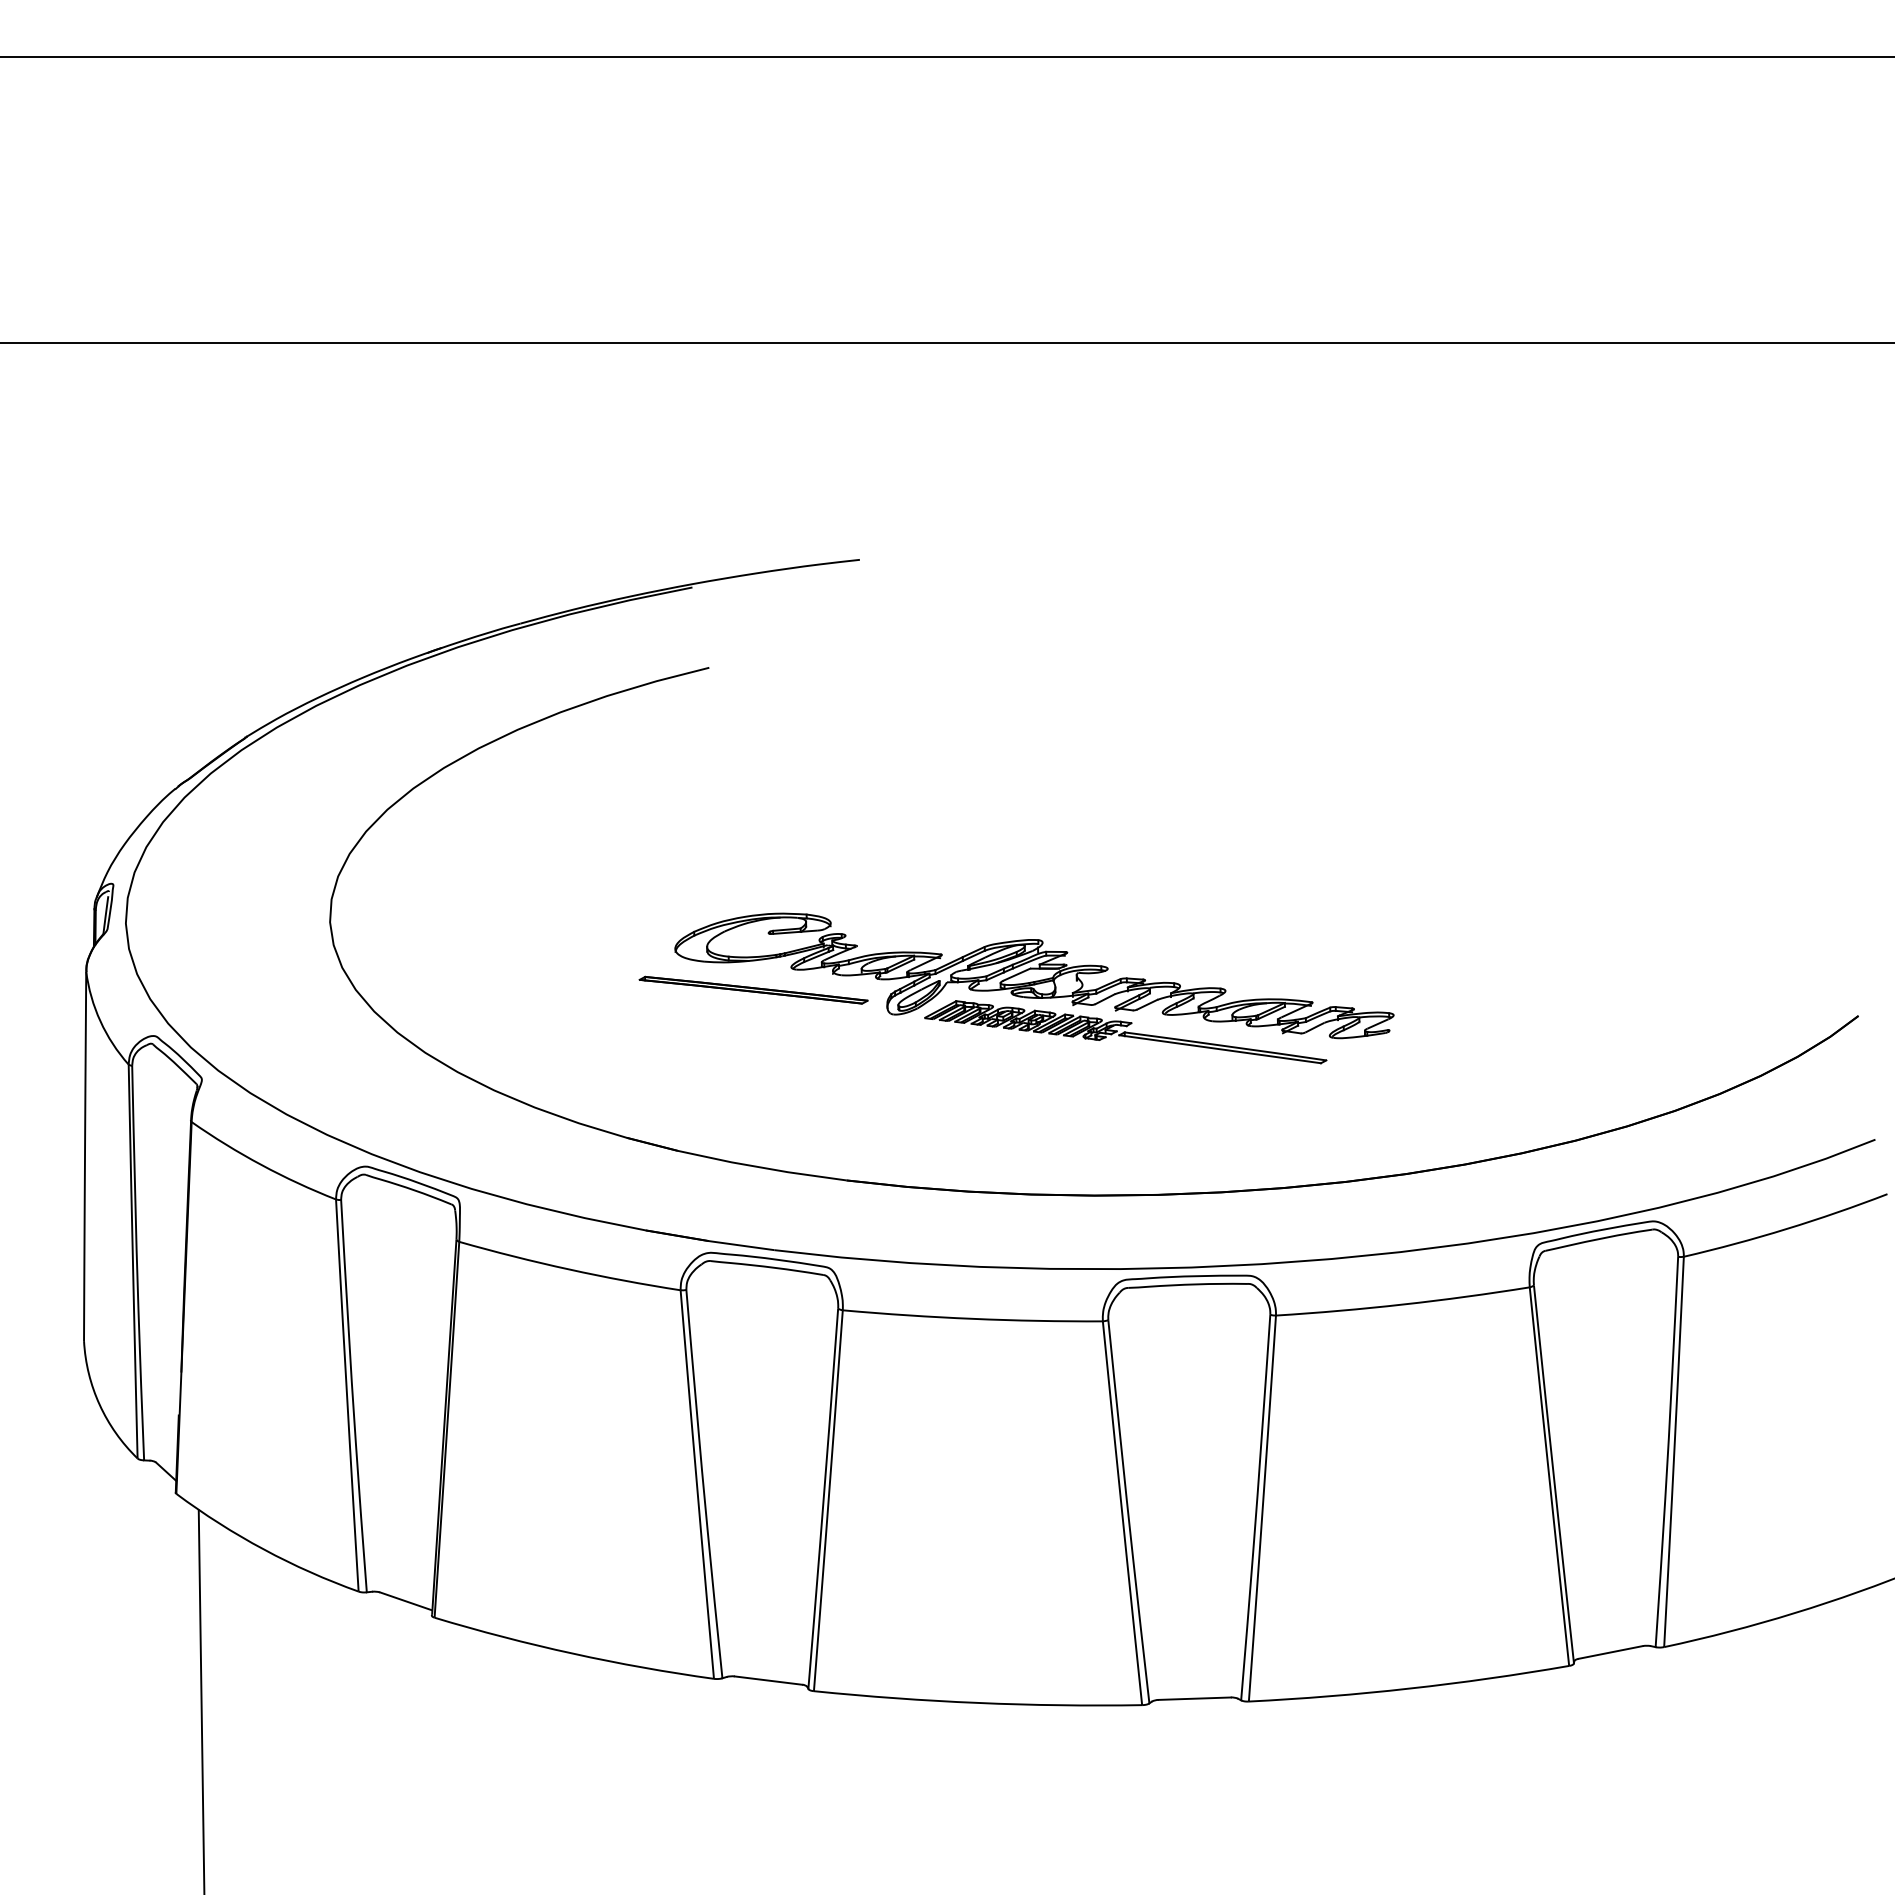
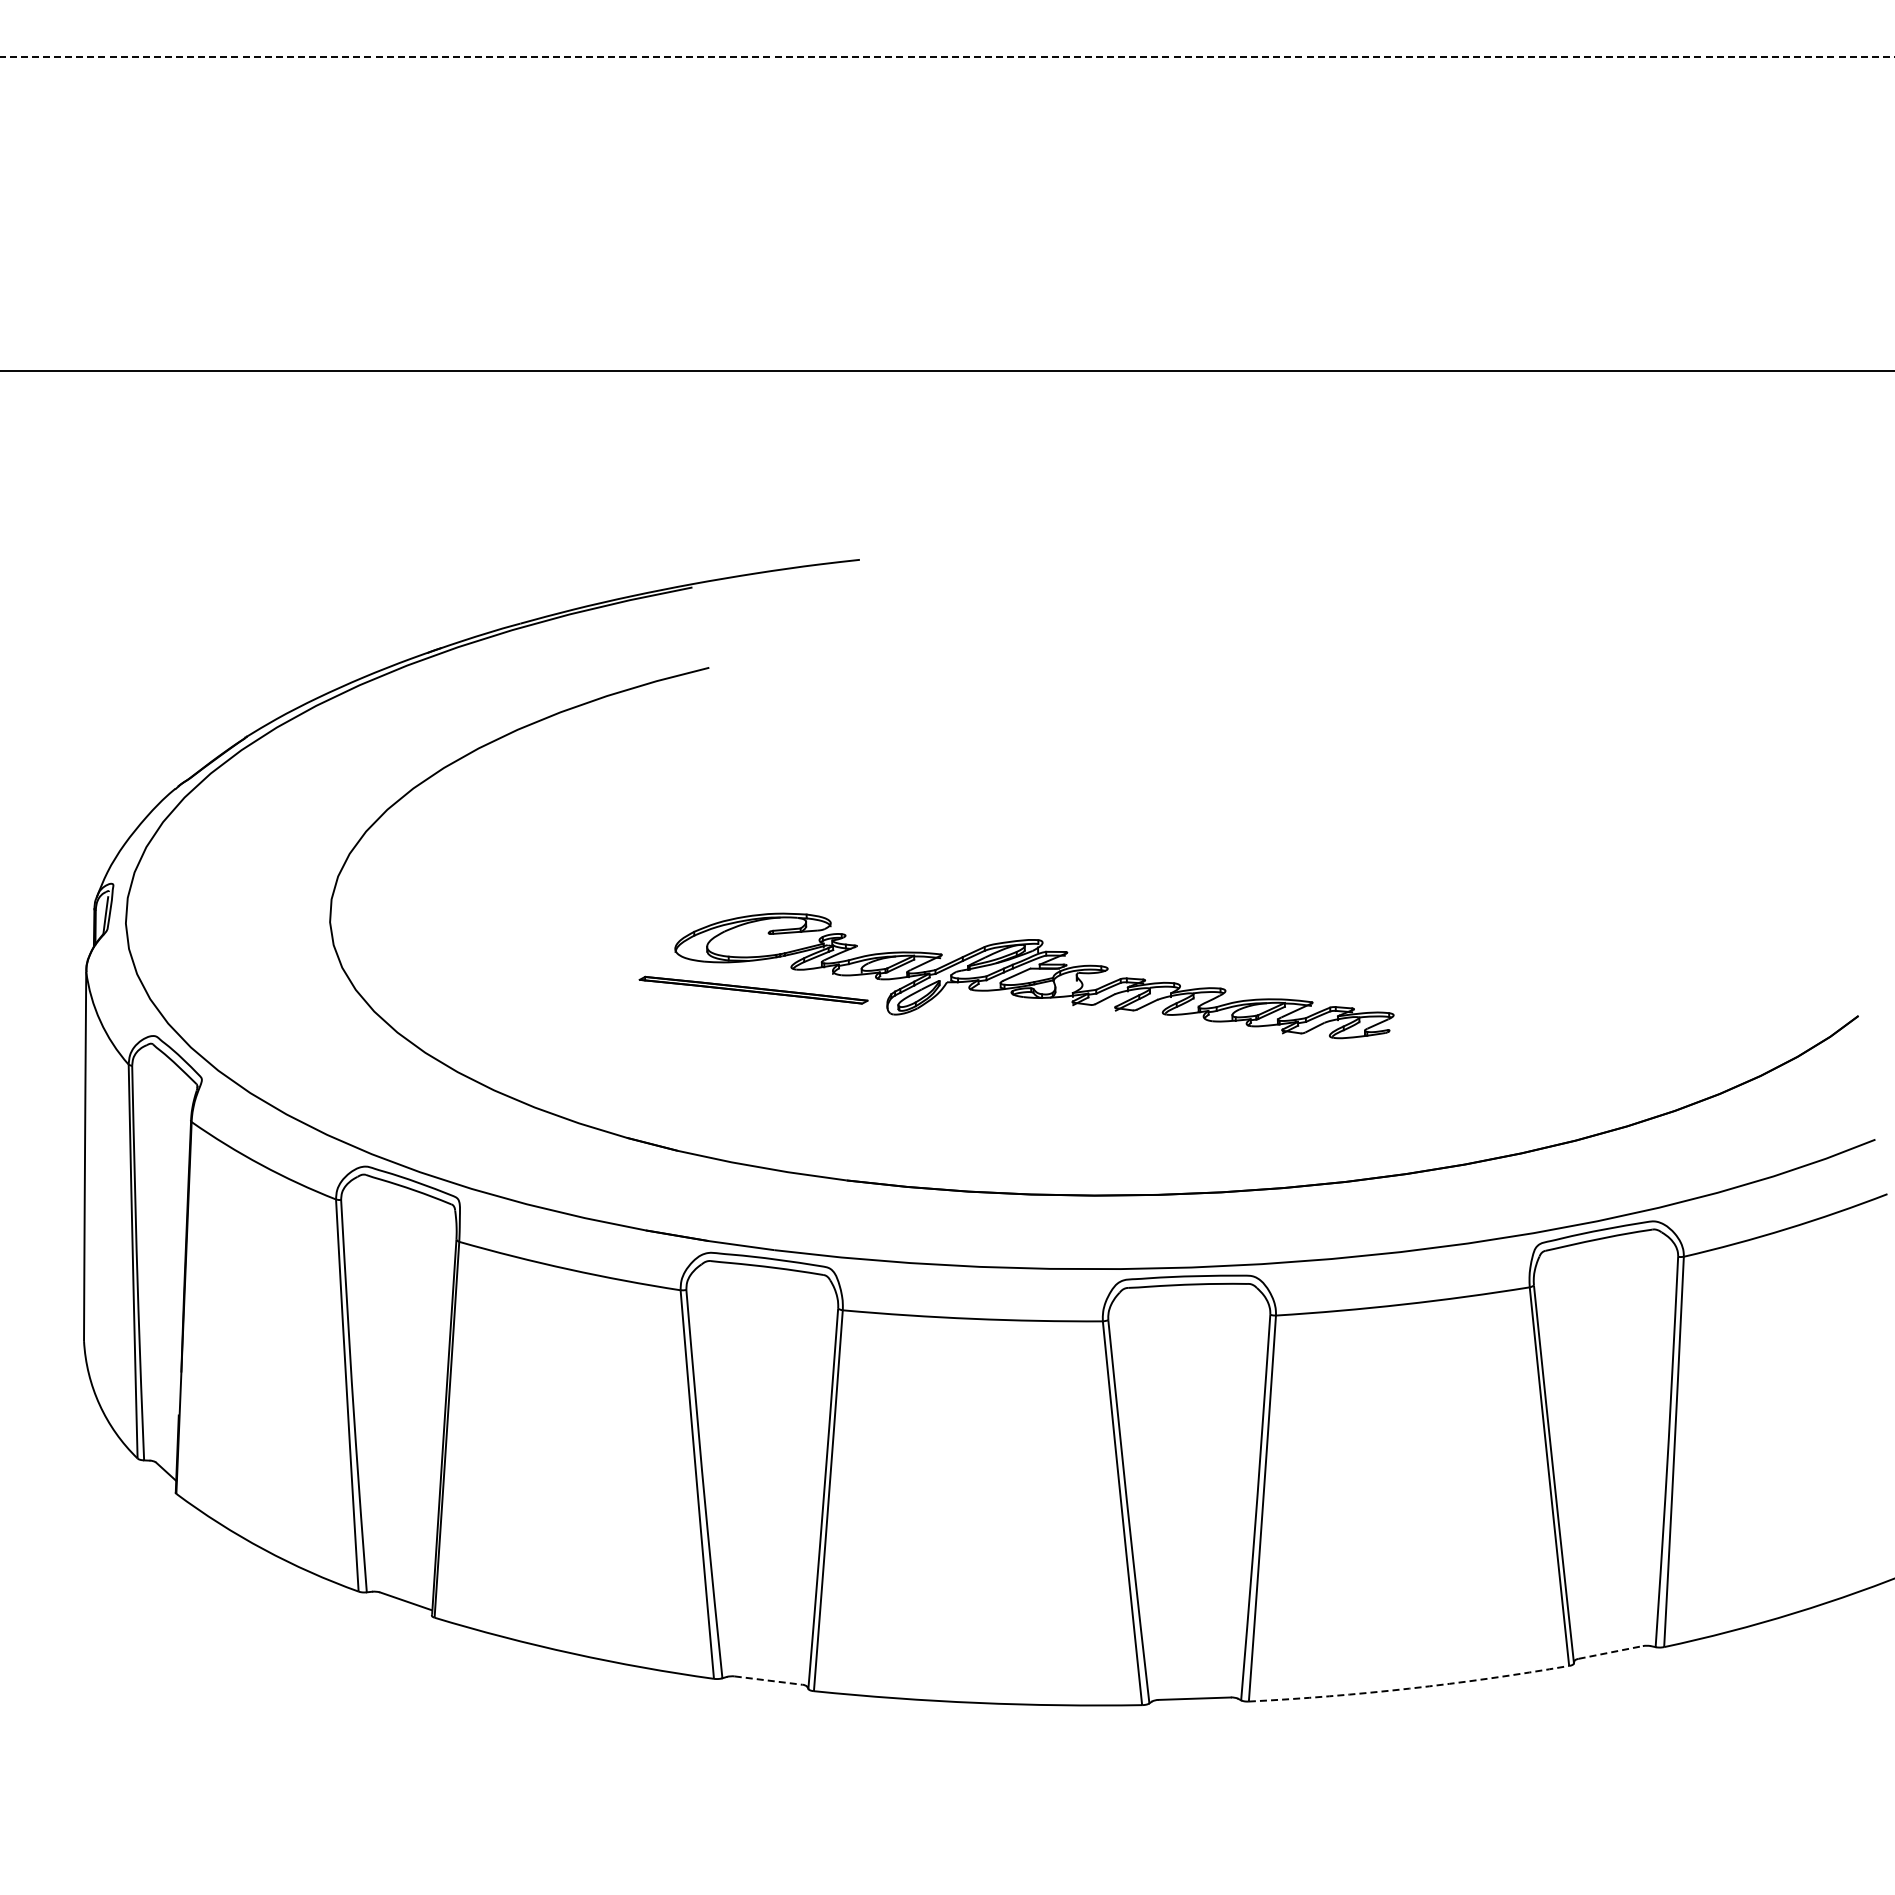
line at (948, 56): solid -> dashed
line at (946, 342) position: (946, 342) -> (946, 370)
part at (1125, 1032): present -> none
line at (1610, 1652): solid -> dashed
line at (769, 1680): solid -> dashed
arc at (1409, 1688): solid -> dashed
line at (201, 1700): present -> none
